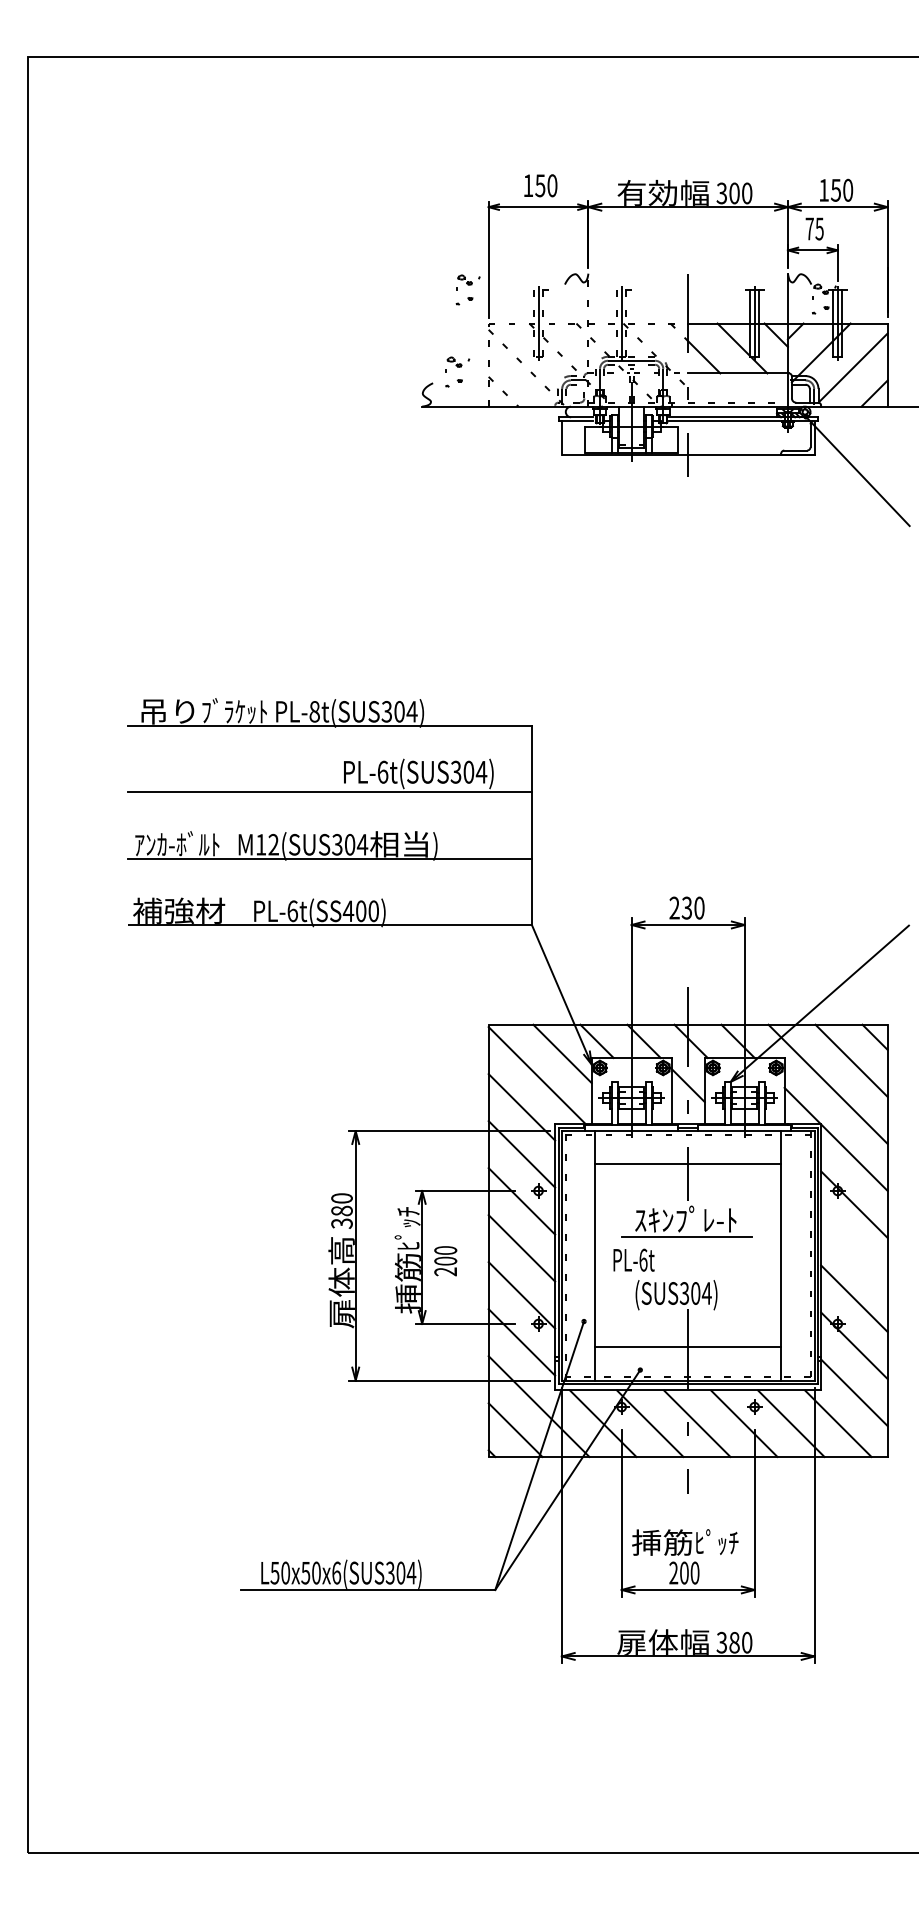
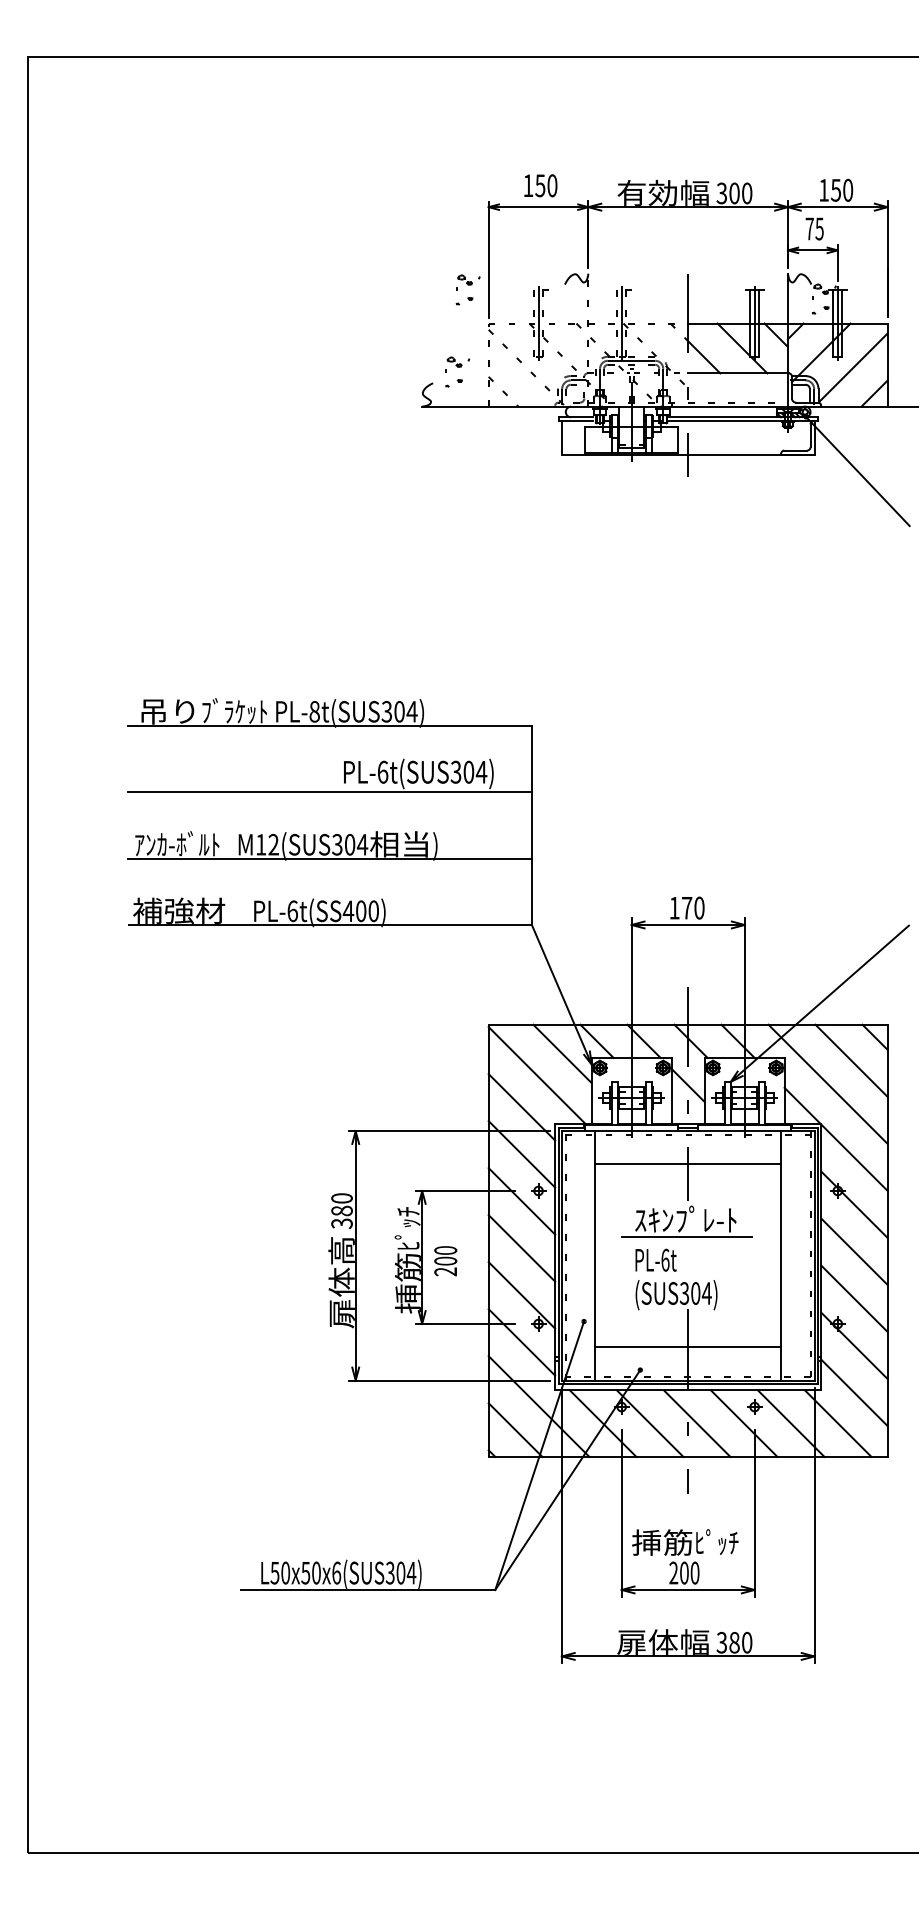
text at (680, 907): 230 -> 170
line at (854, 1251): none -> present
text at (633, 1259) position: (633, 1259) -> (655, 1259)
